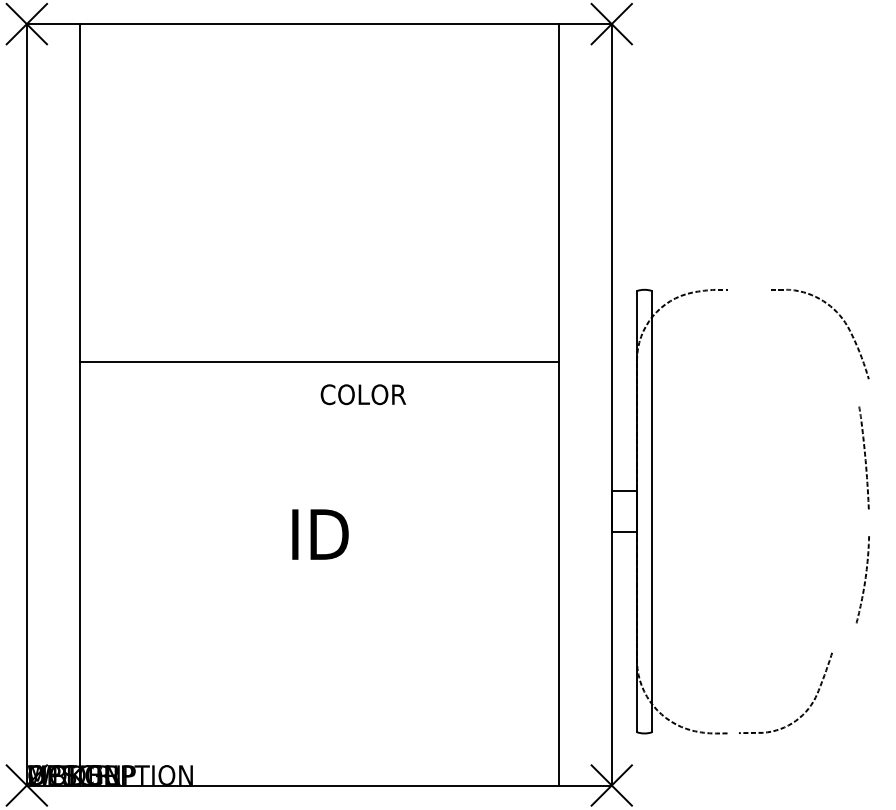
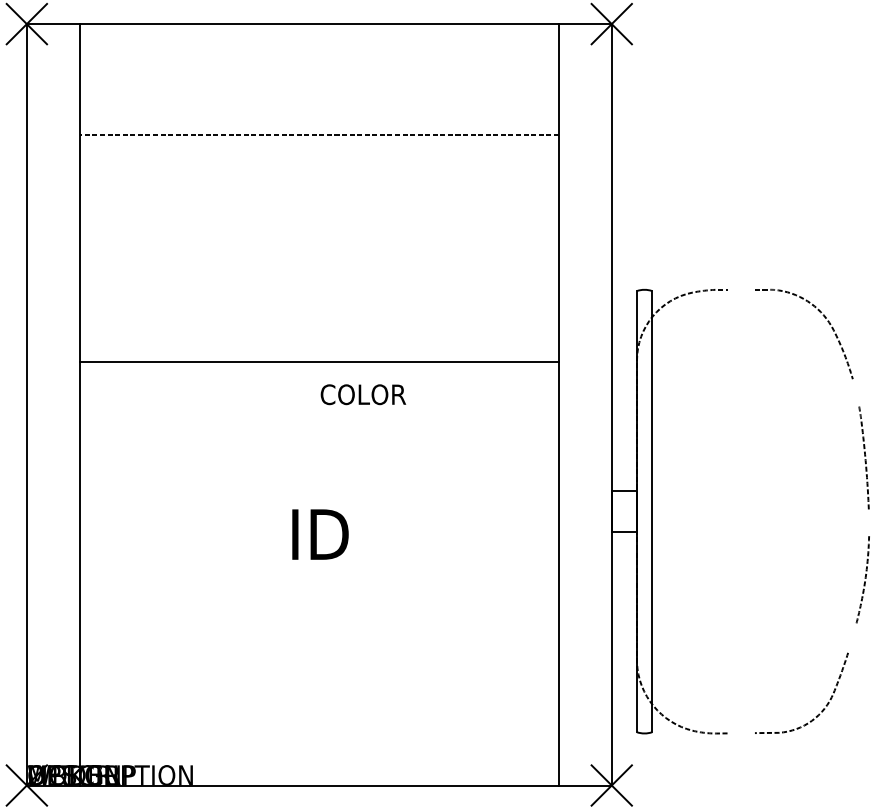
line at (318, 135): none -> present
curve at (838, 315) position: (838, 315) -> (822, 315)
curve at (805, 710) position: (805, 710) -> (821, 710)
